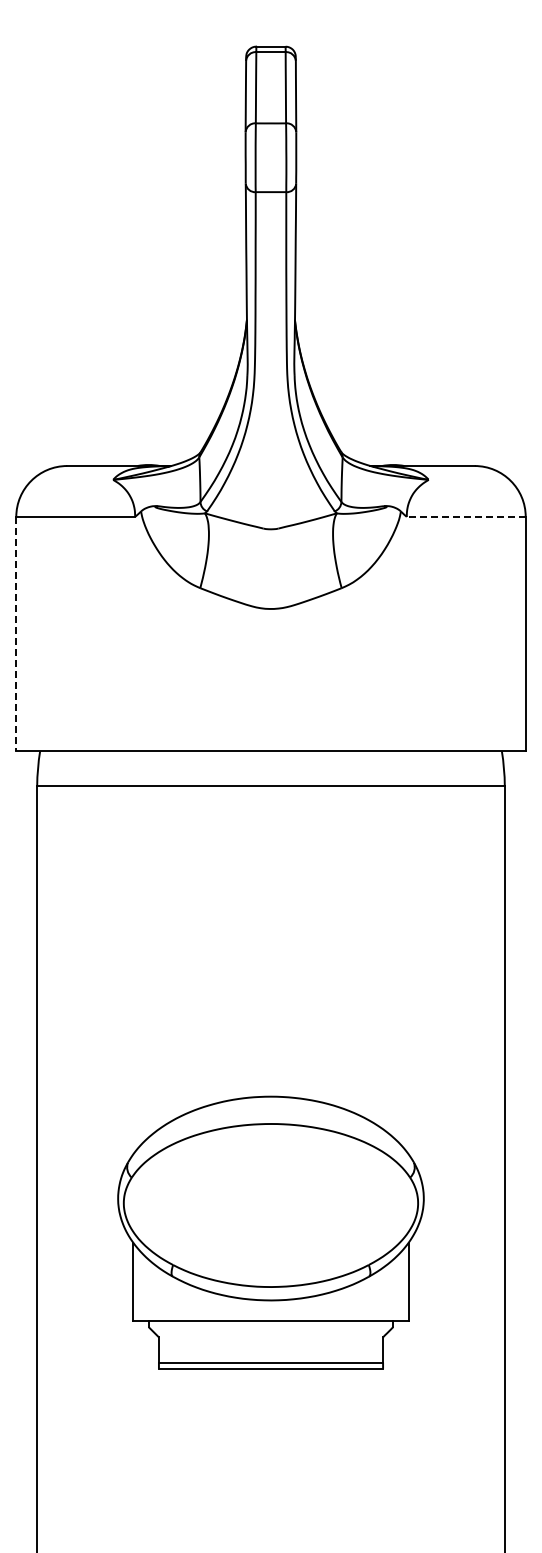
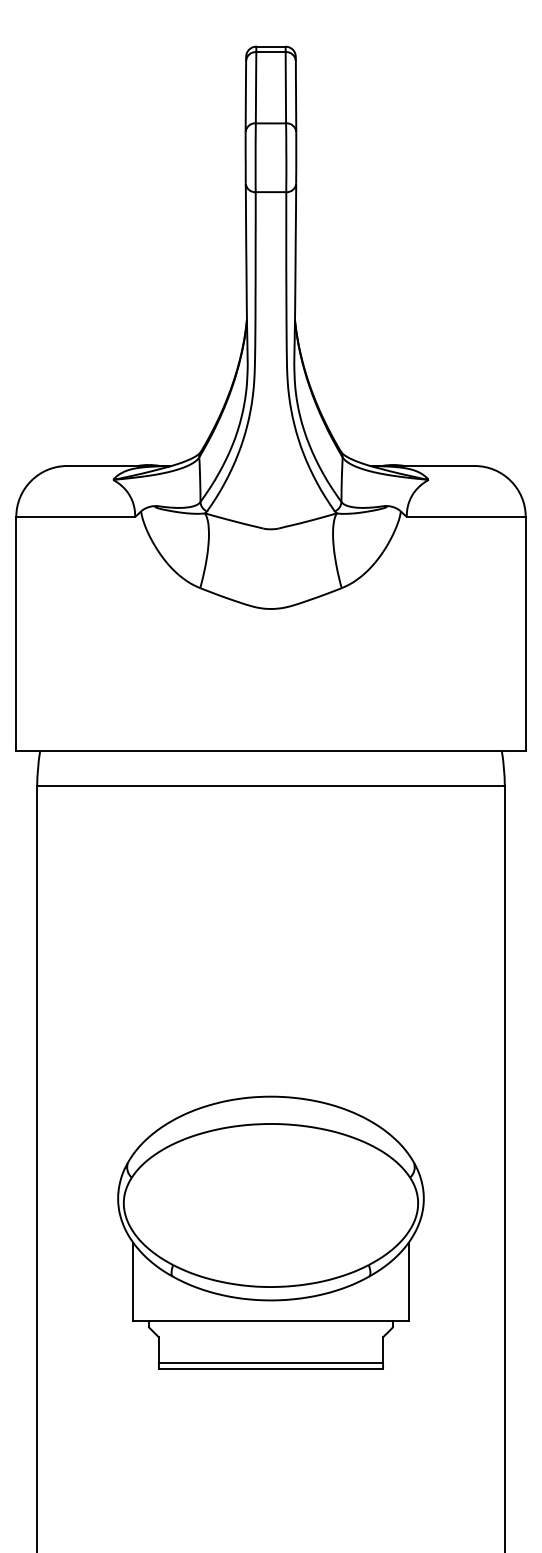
line at (465, 516): dashed -> solid
line at (16, 634): dashed -> solid
